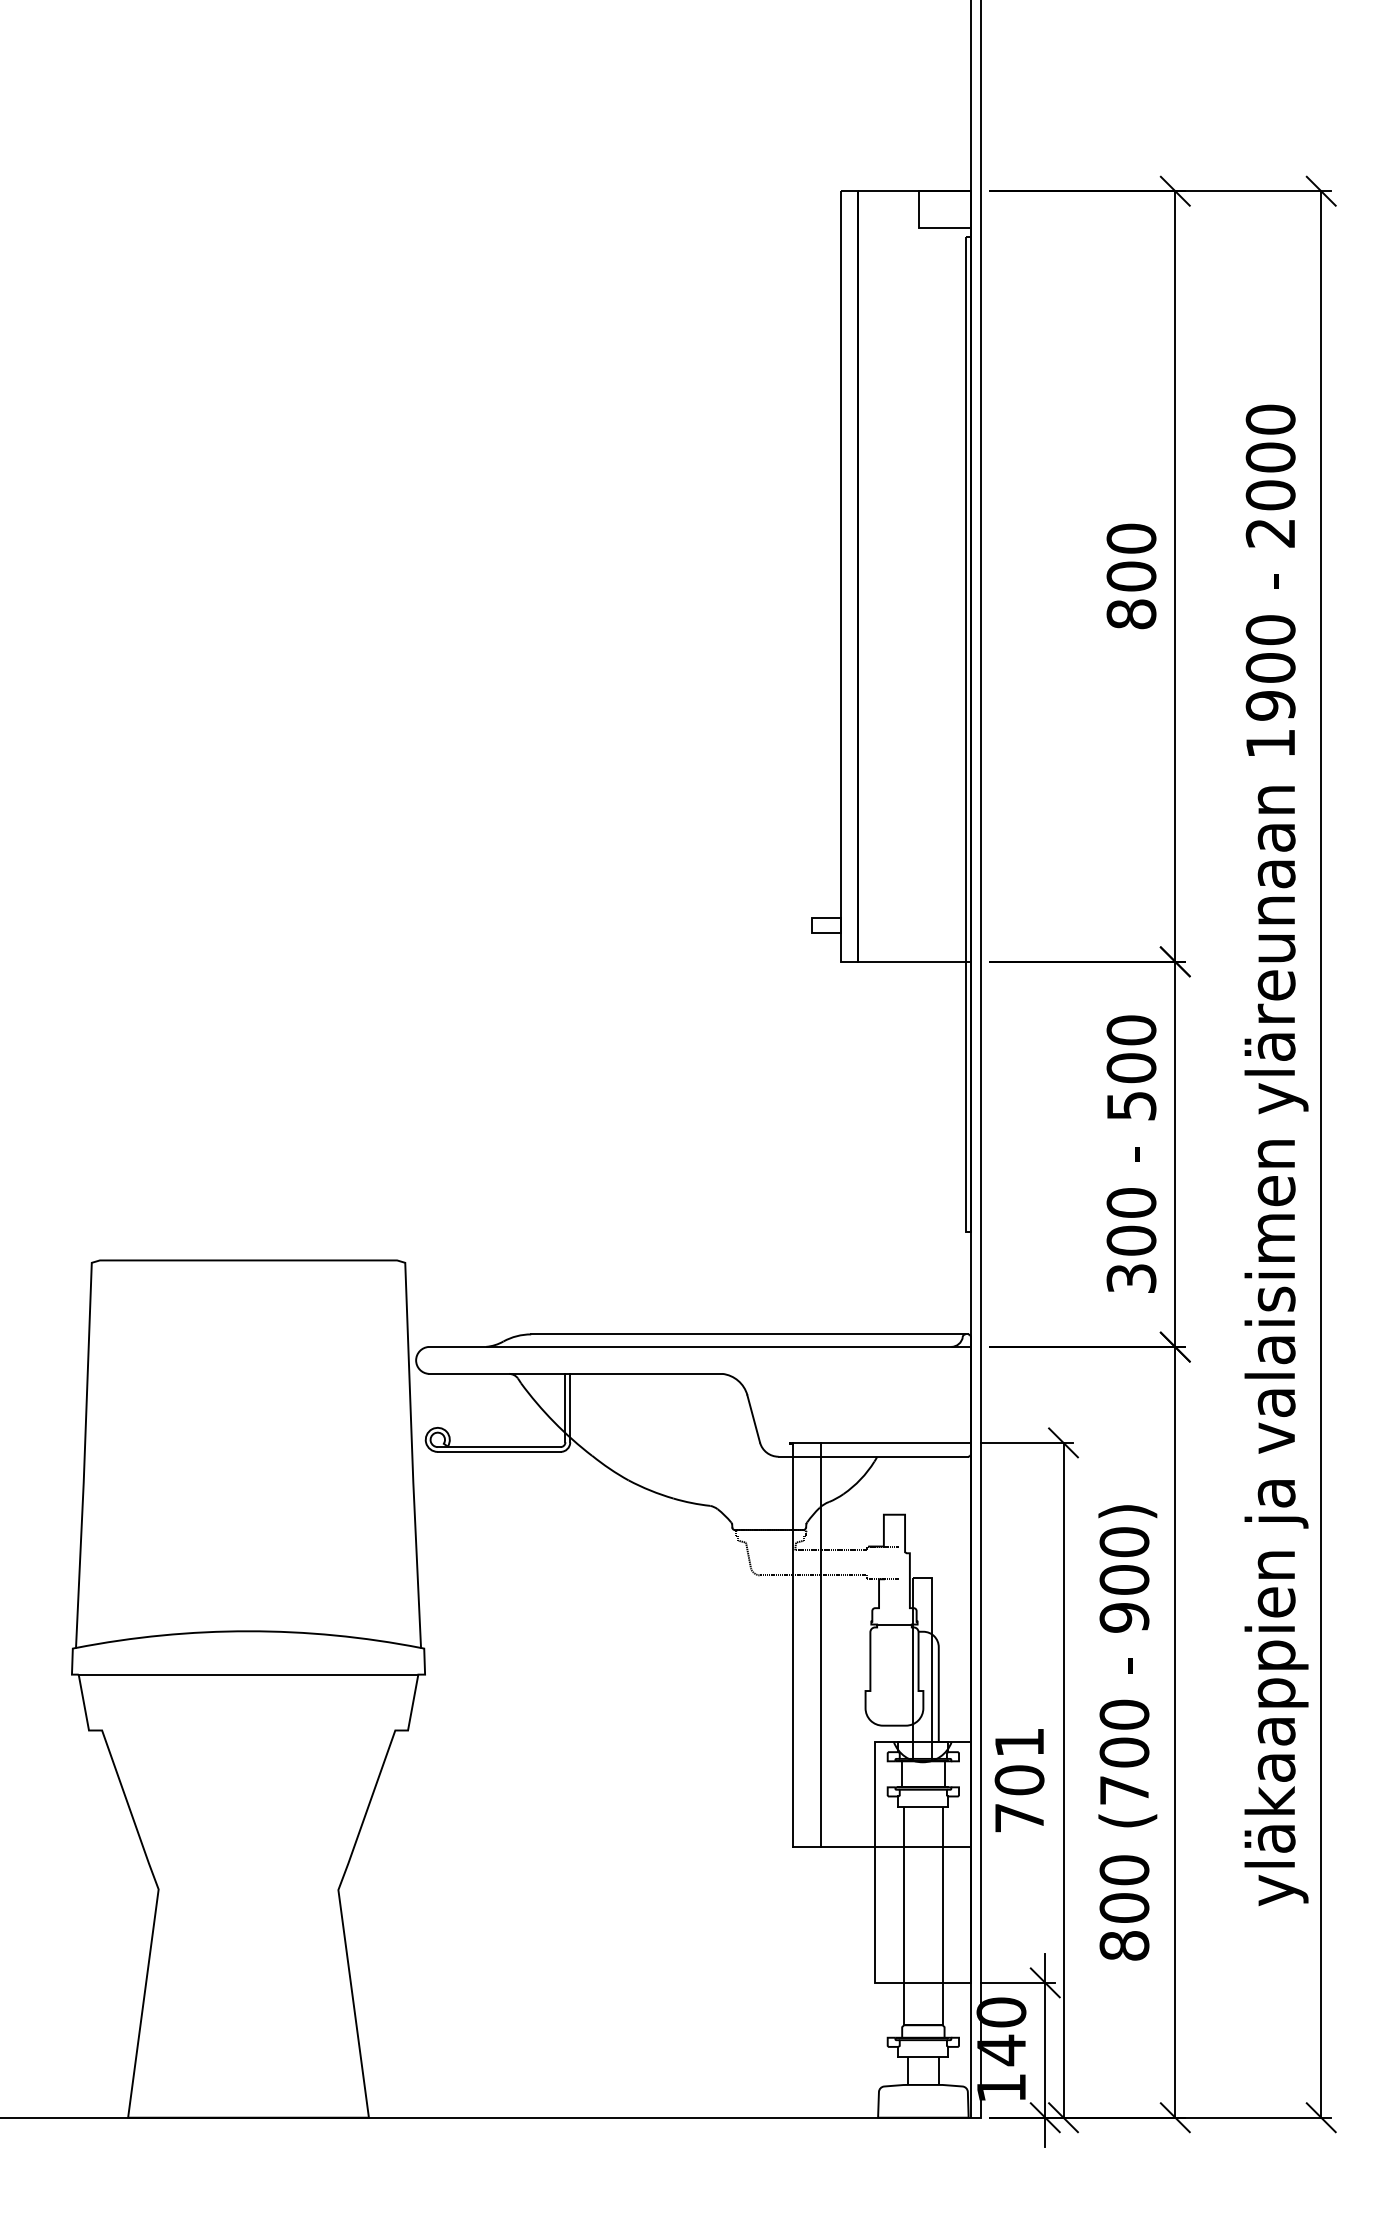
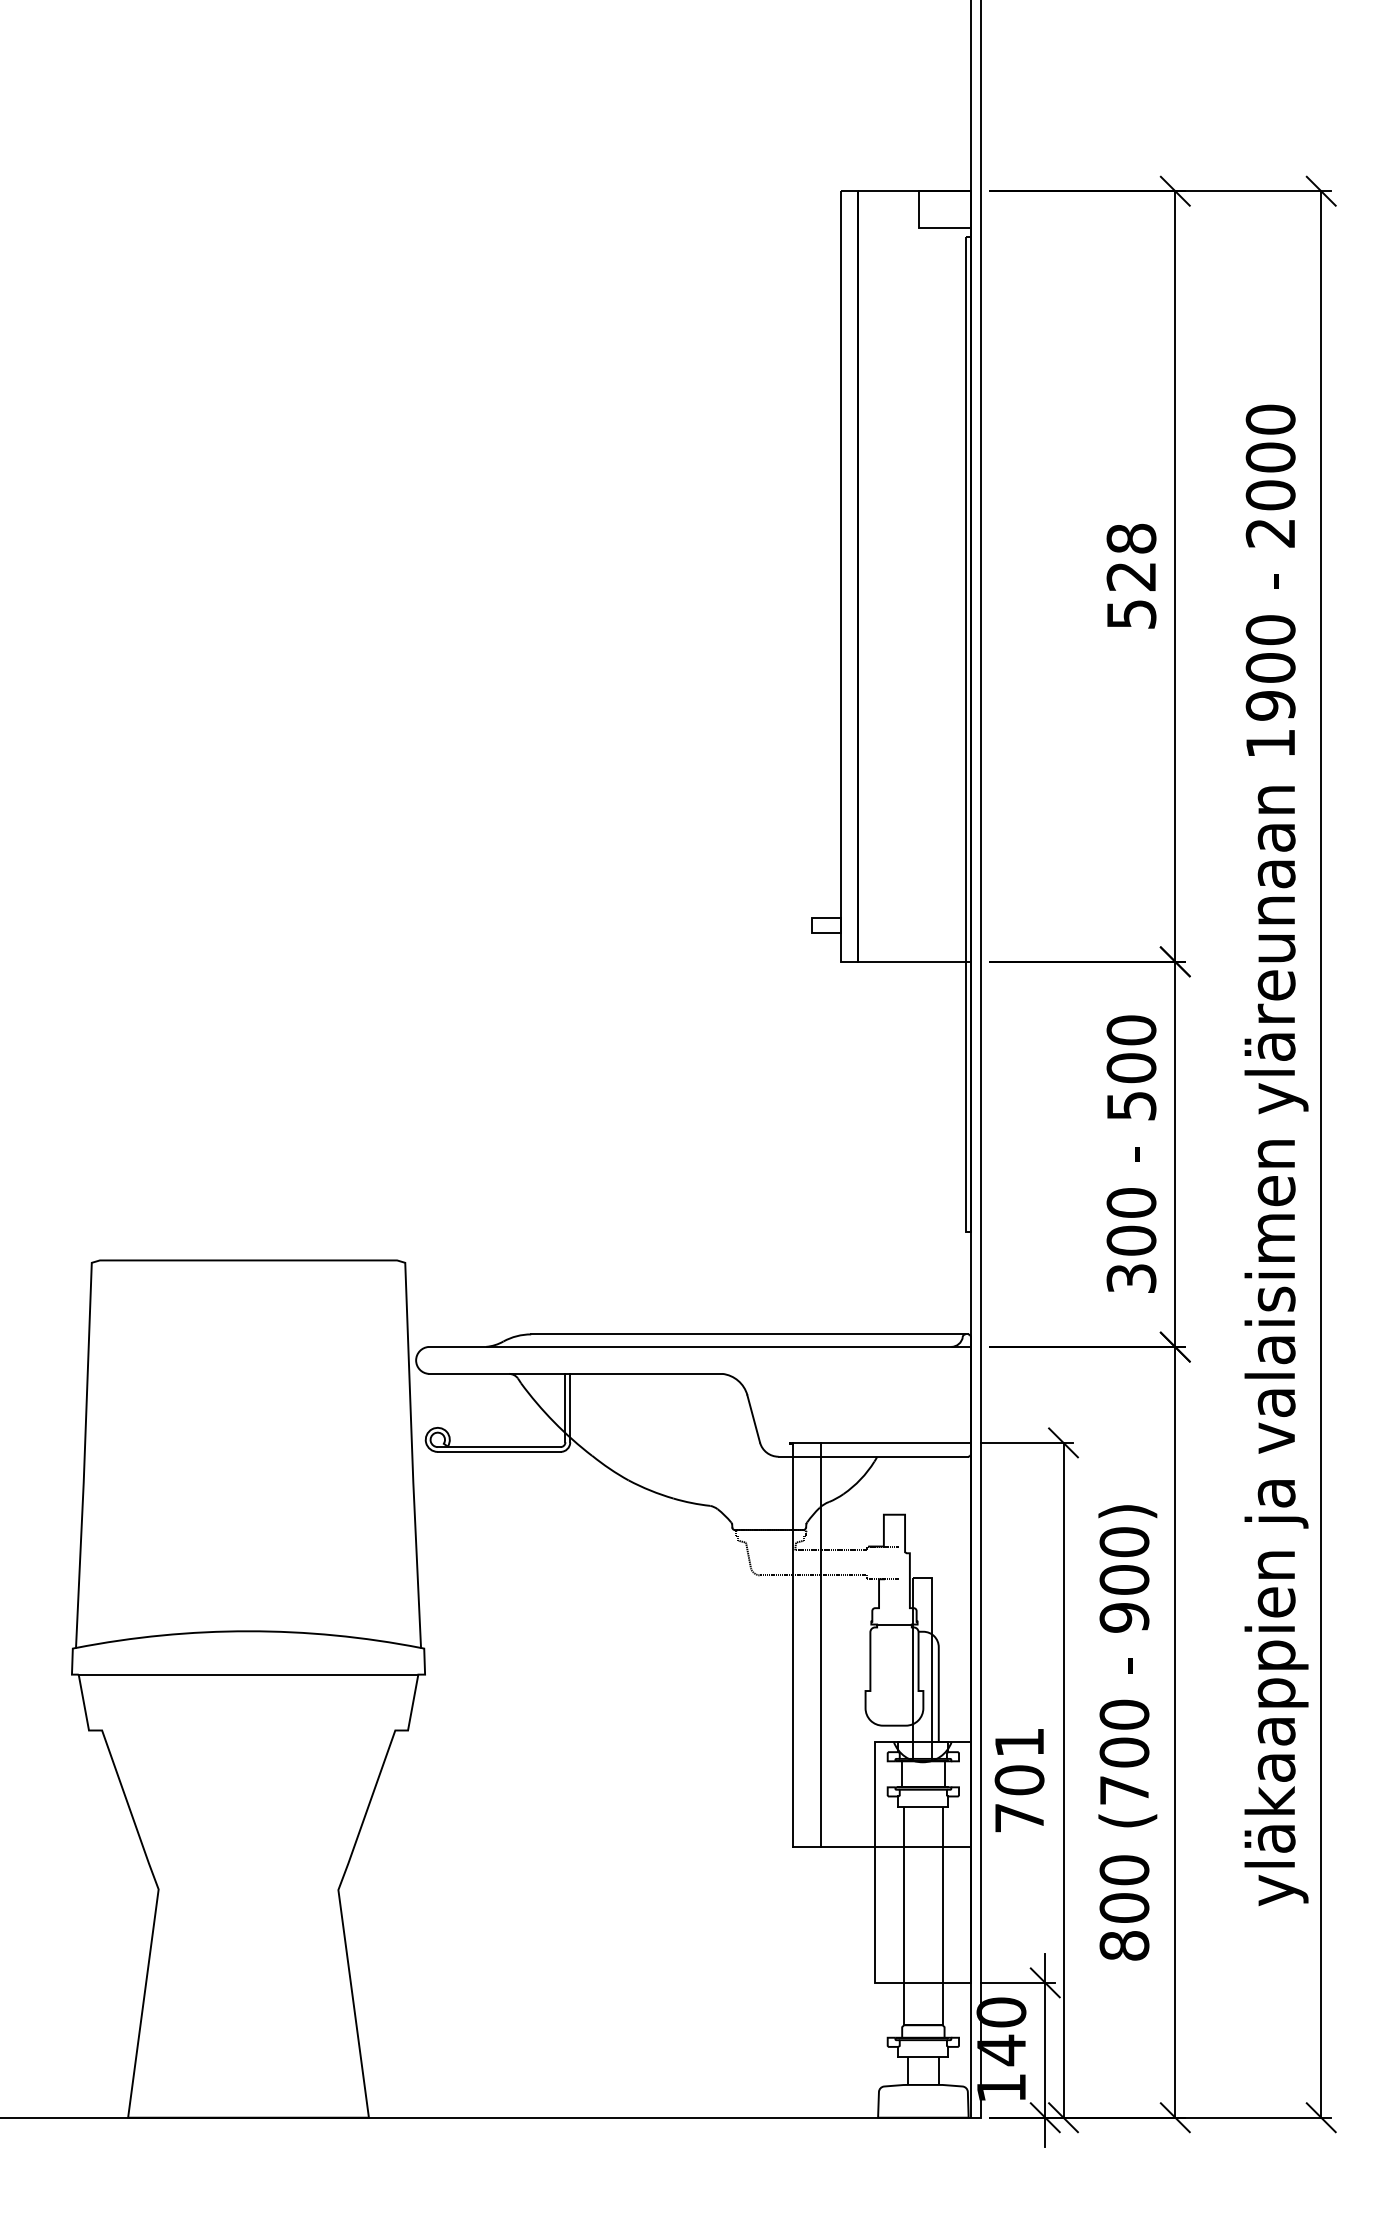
text at (1131, 576): 800 -> 528
